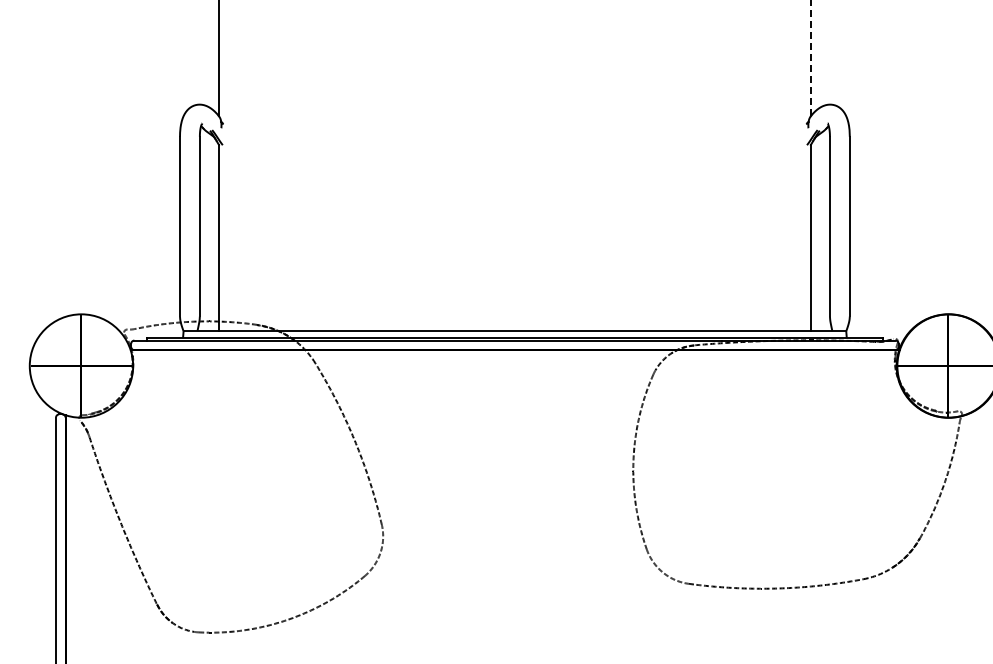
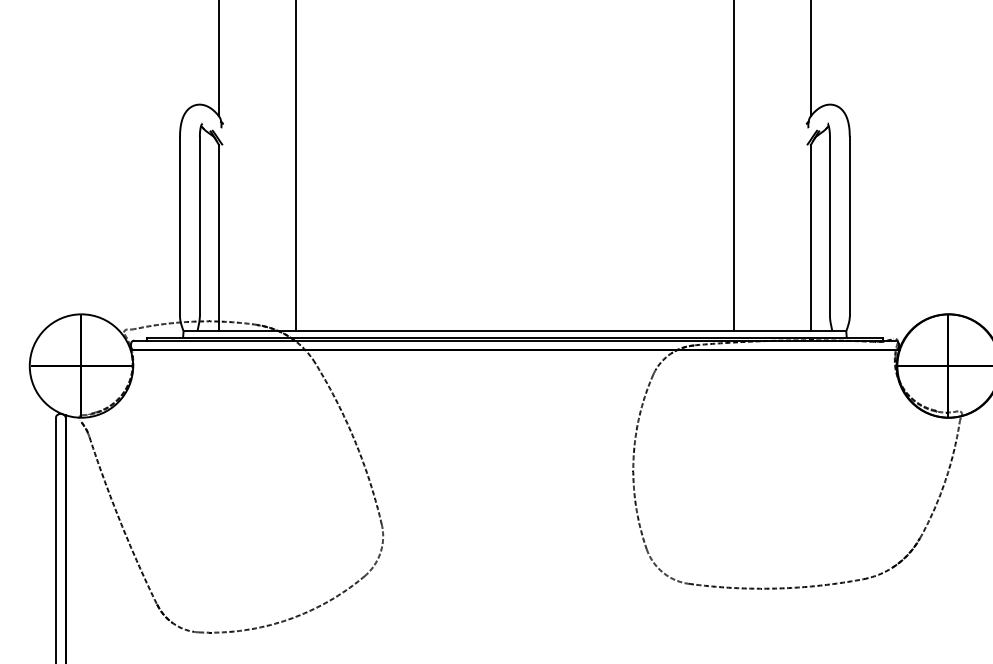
line at (811, 57): dashed -> solid
line at (296, 166): none -> present
line at (733, 166): none -> present
